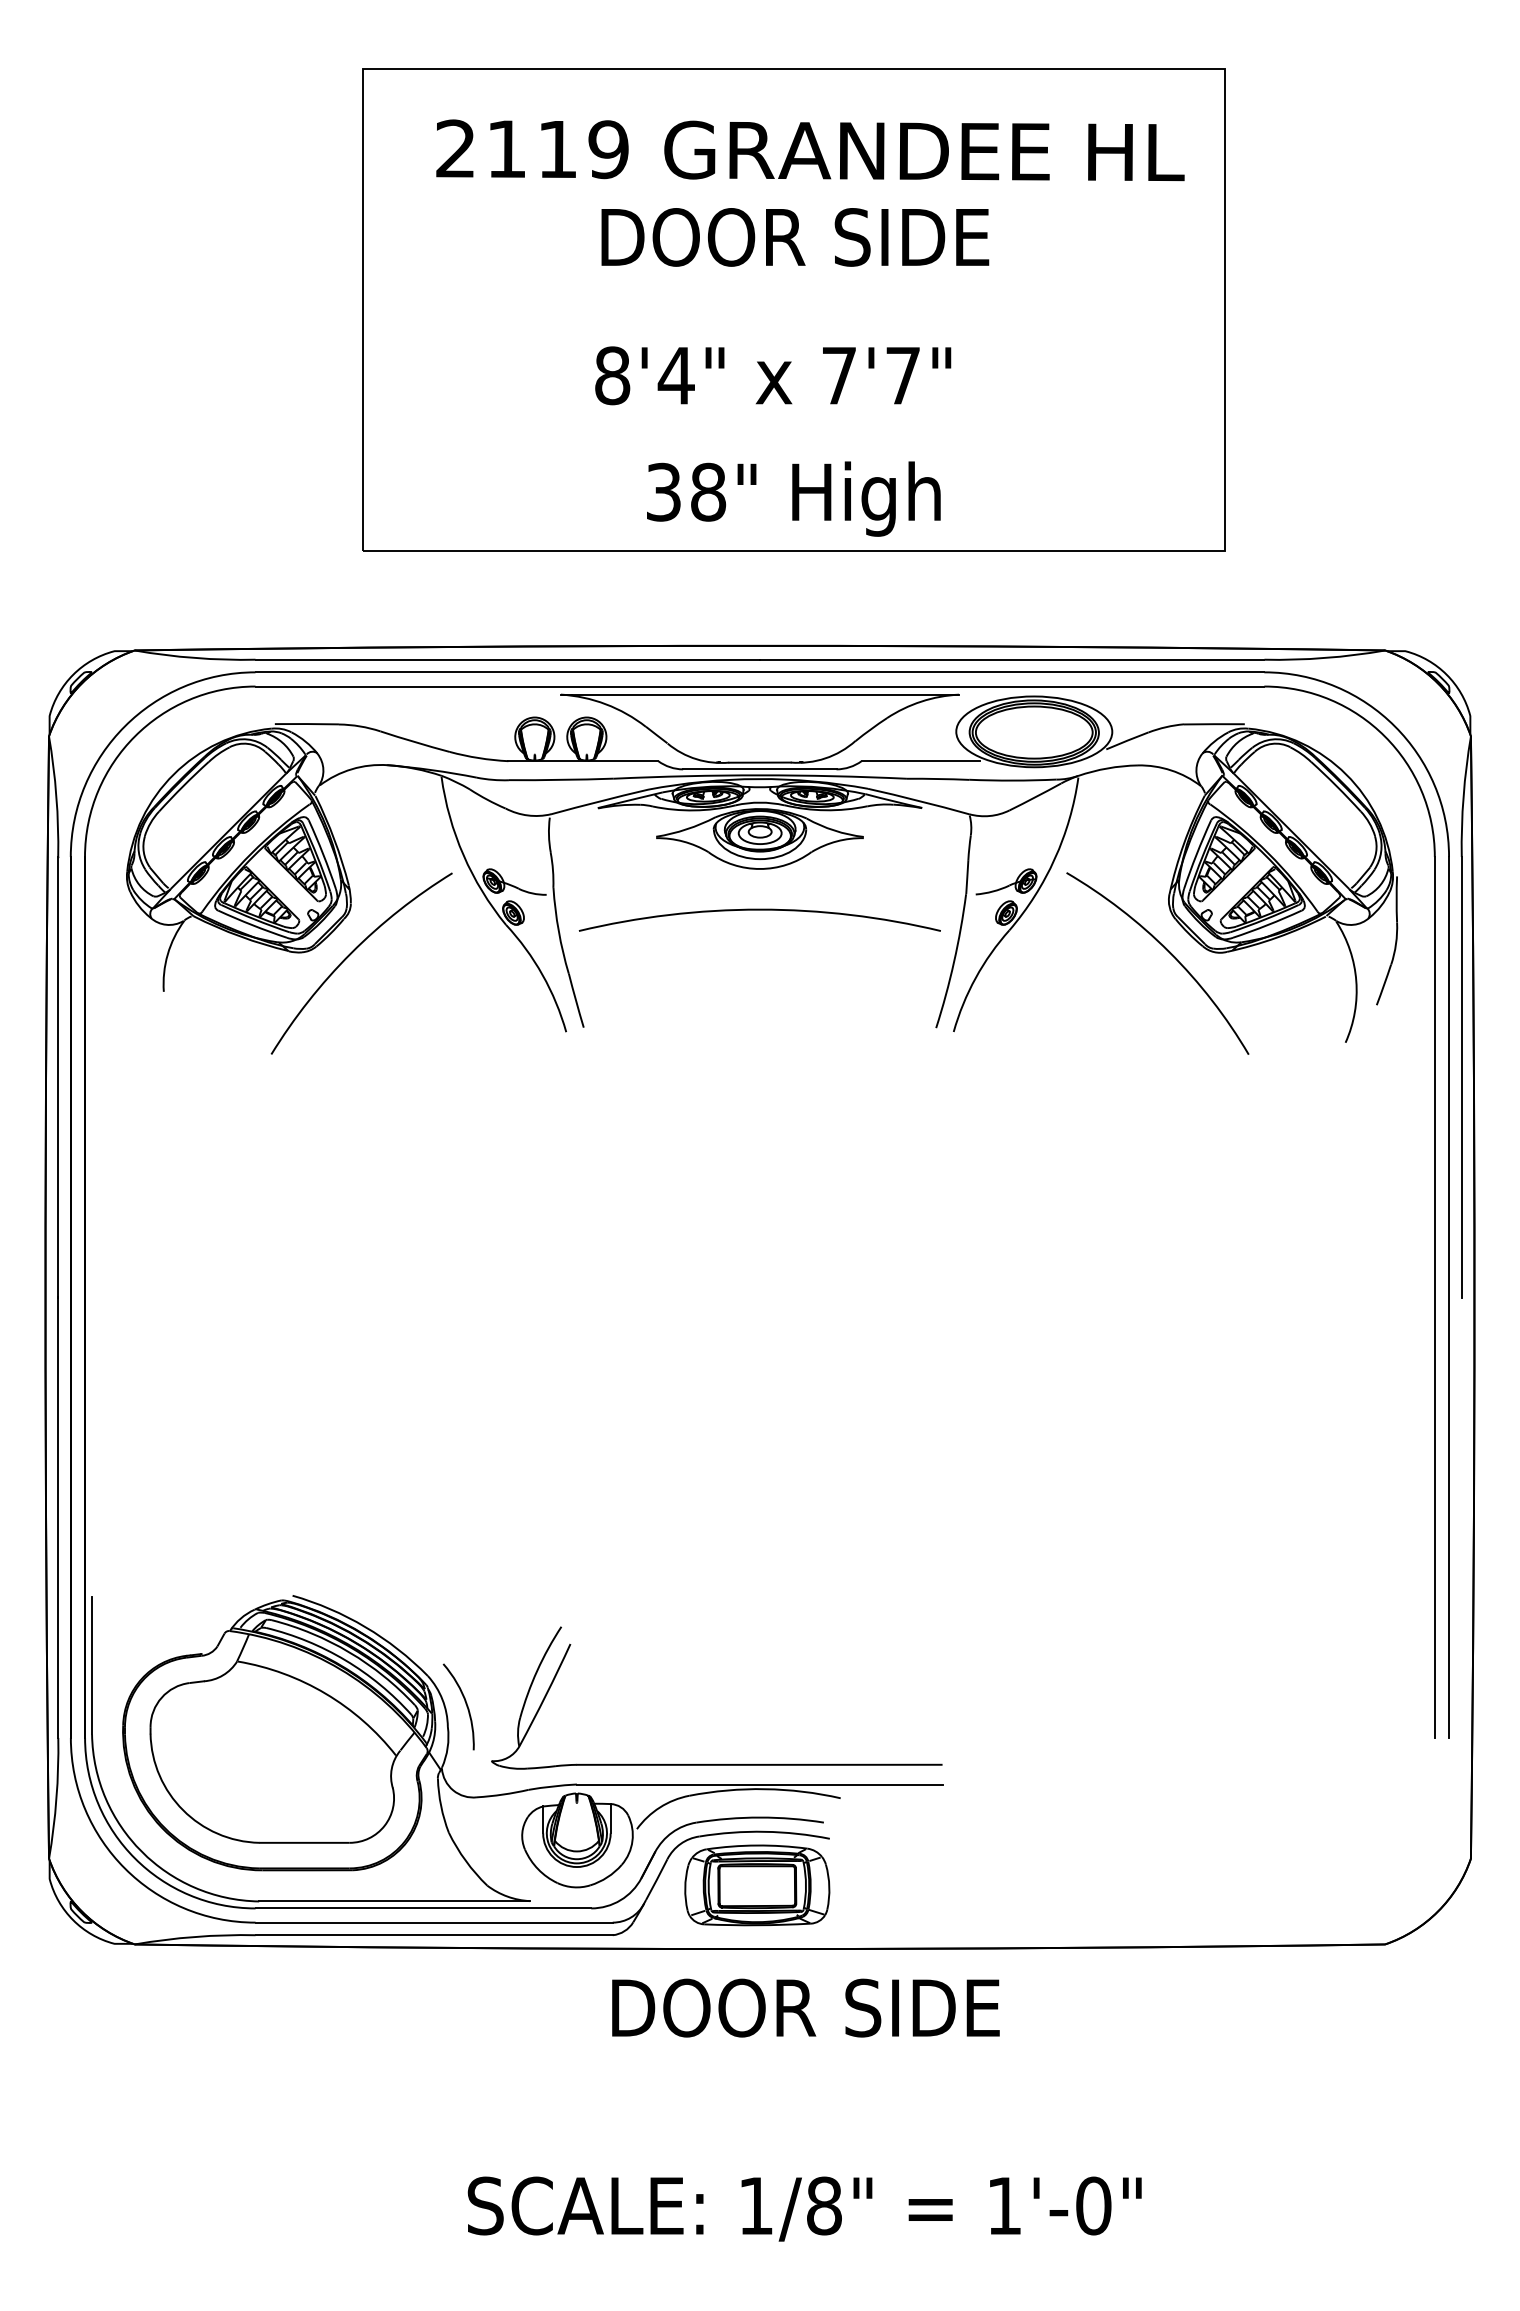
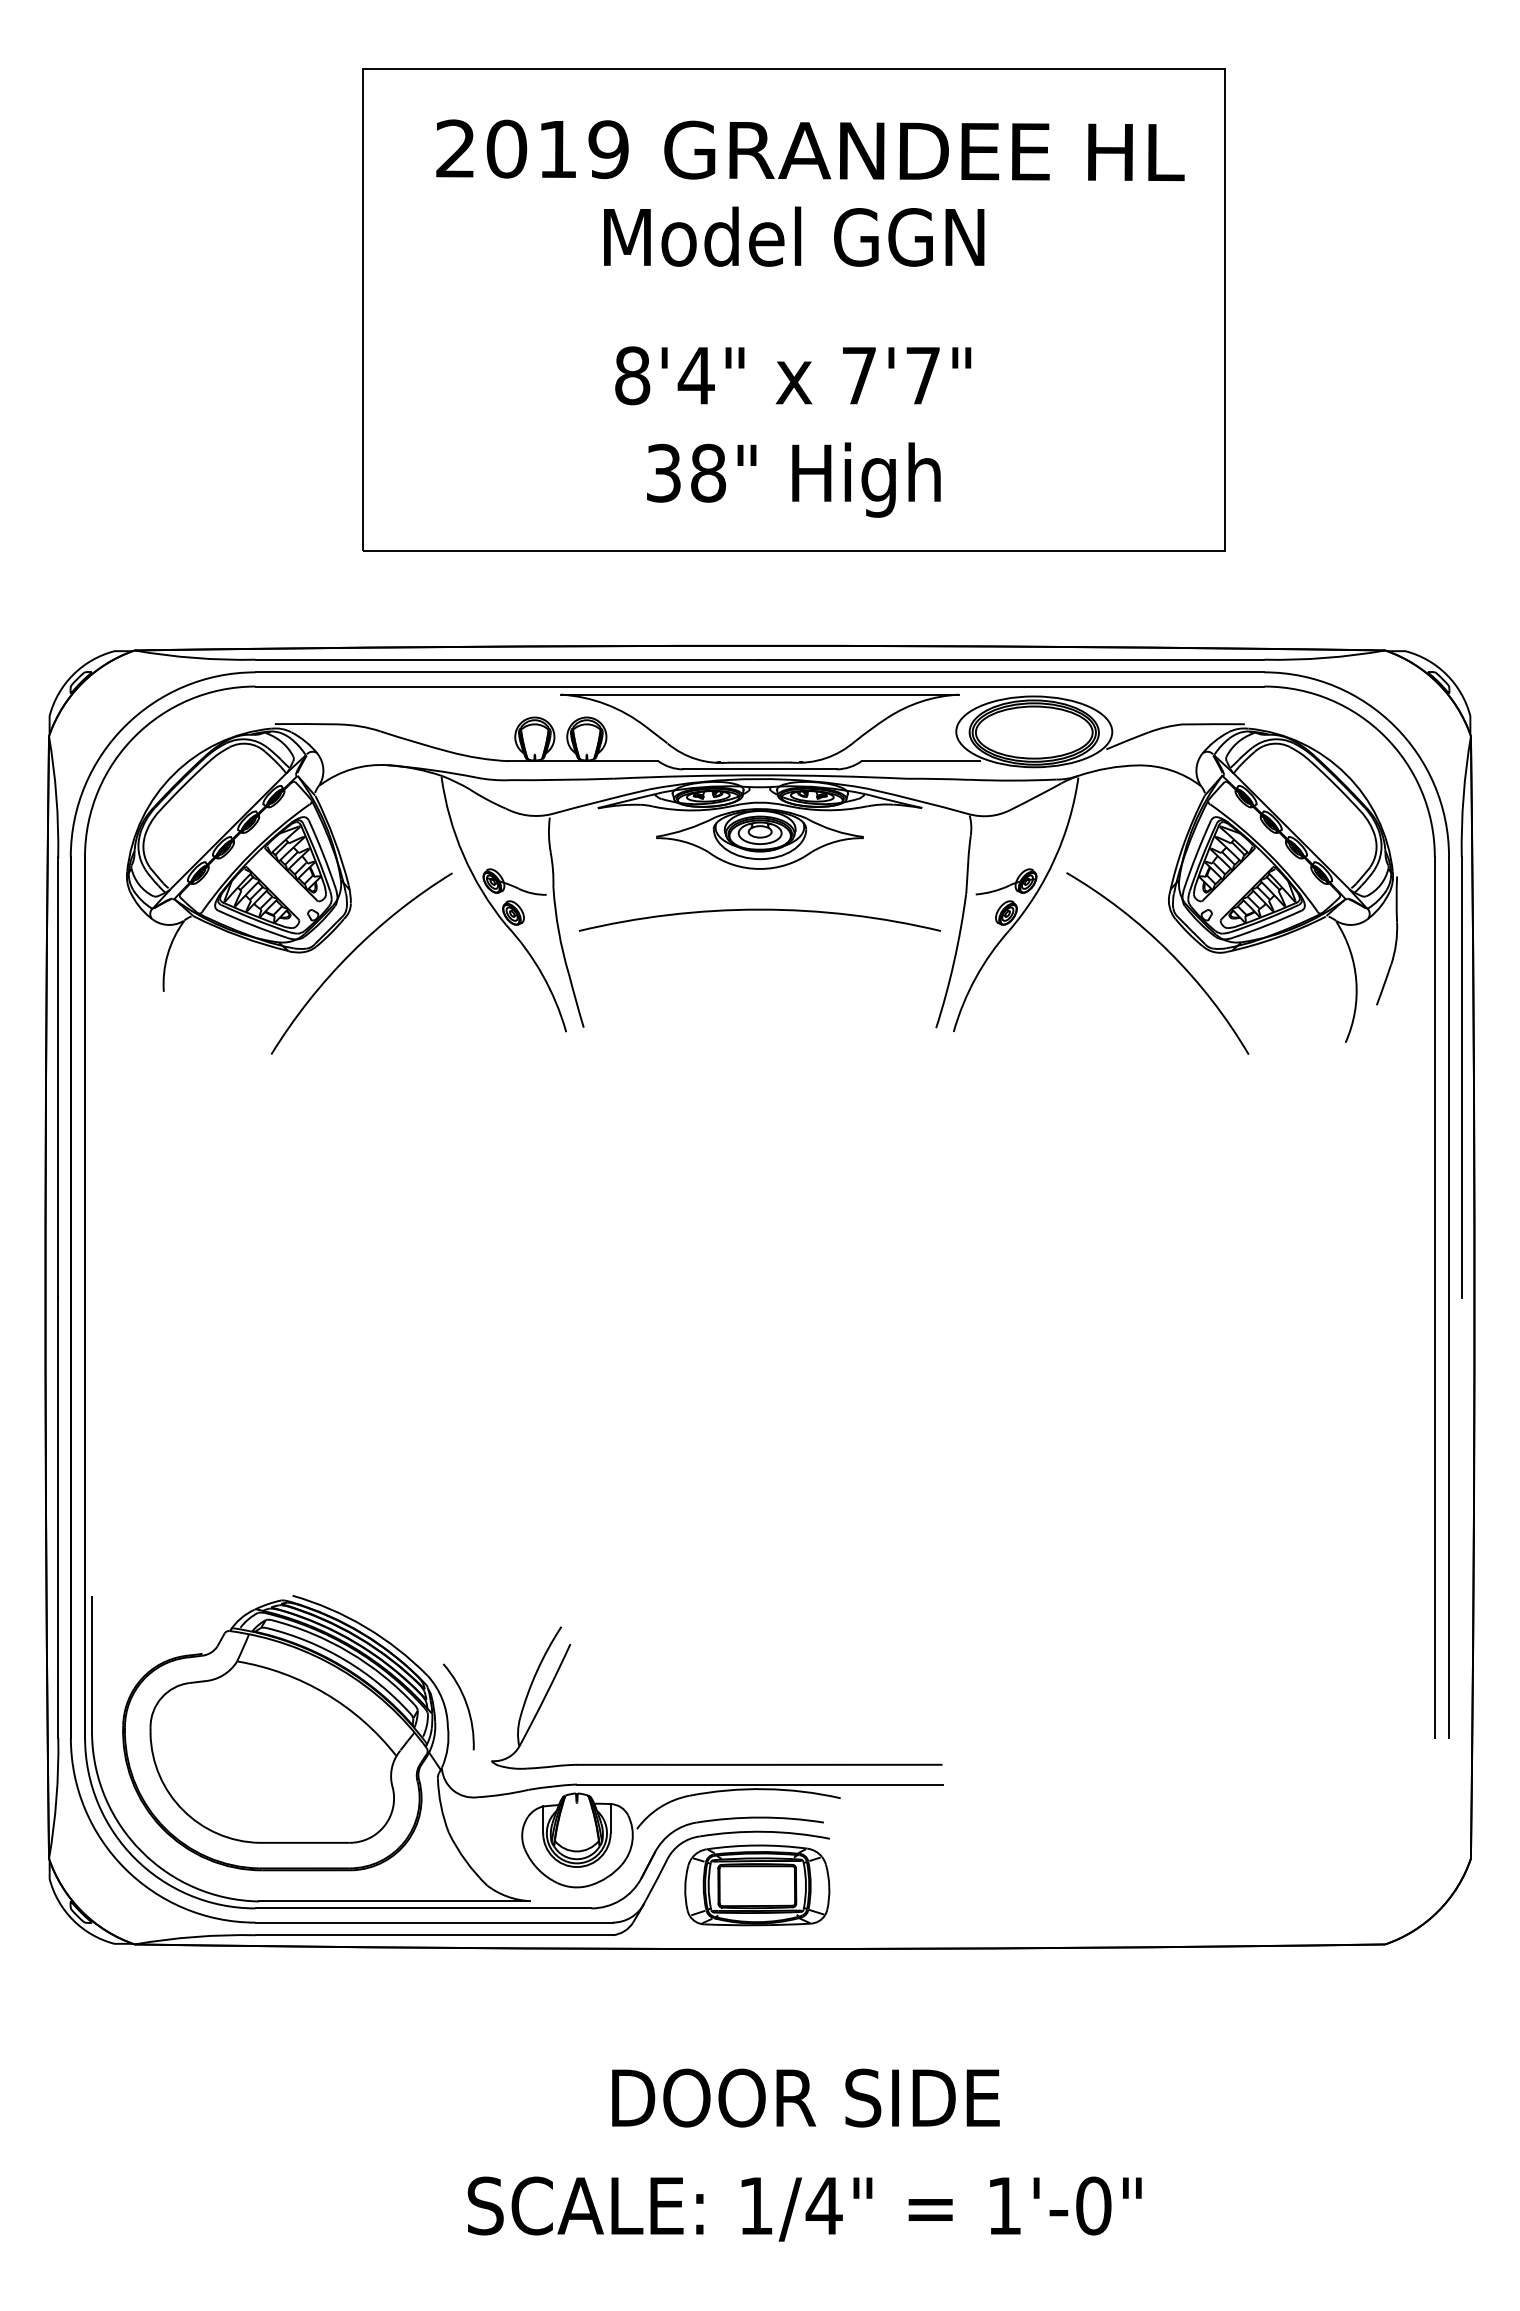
text at (506, 148): 2119 -> 2019
text at (795, 236): DOOR SIDE -> Model GGN
text at (773, 375) position: (773, 375) -> (793, 375)
text at (793, 498) position: (793, 498) -> (793, 479)
text at (805, 2007) position: (805, 2007) -> (805, 2097)
text at (823, 2205): 1/8" -> 1/4"
